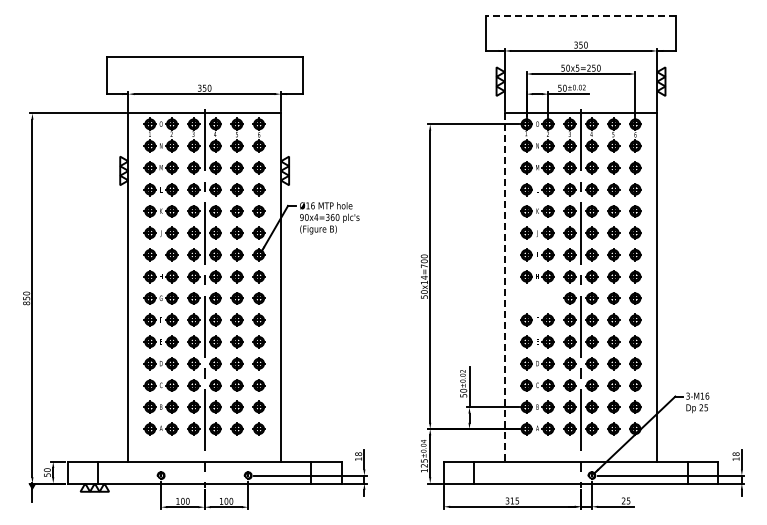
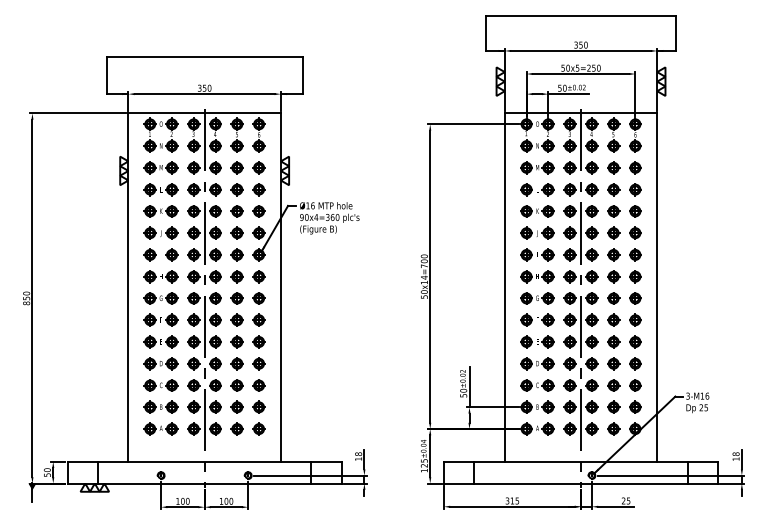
line at (580, 15): dashed -> solid
line at (504, 288): dashed -> solid
part at (537, 298): none -> present
